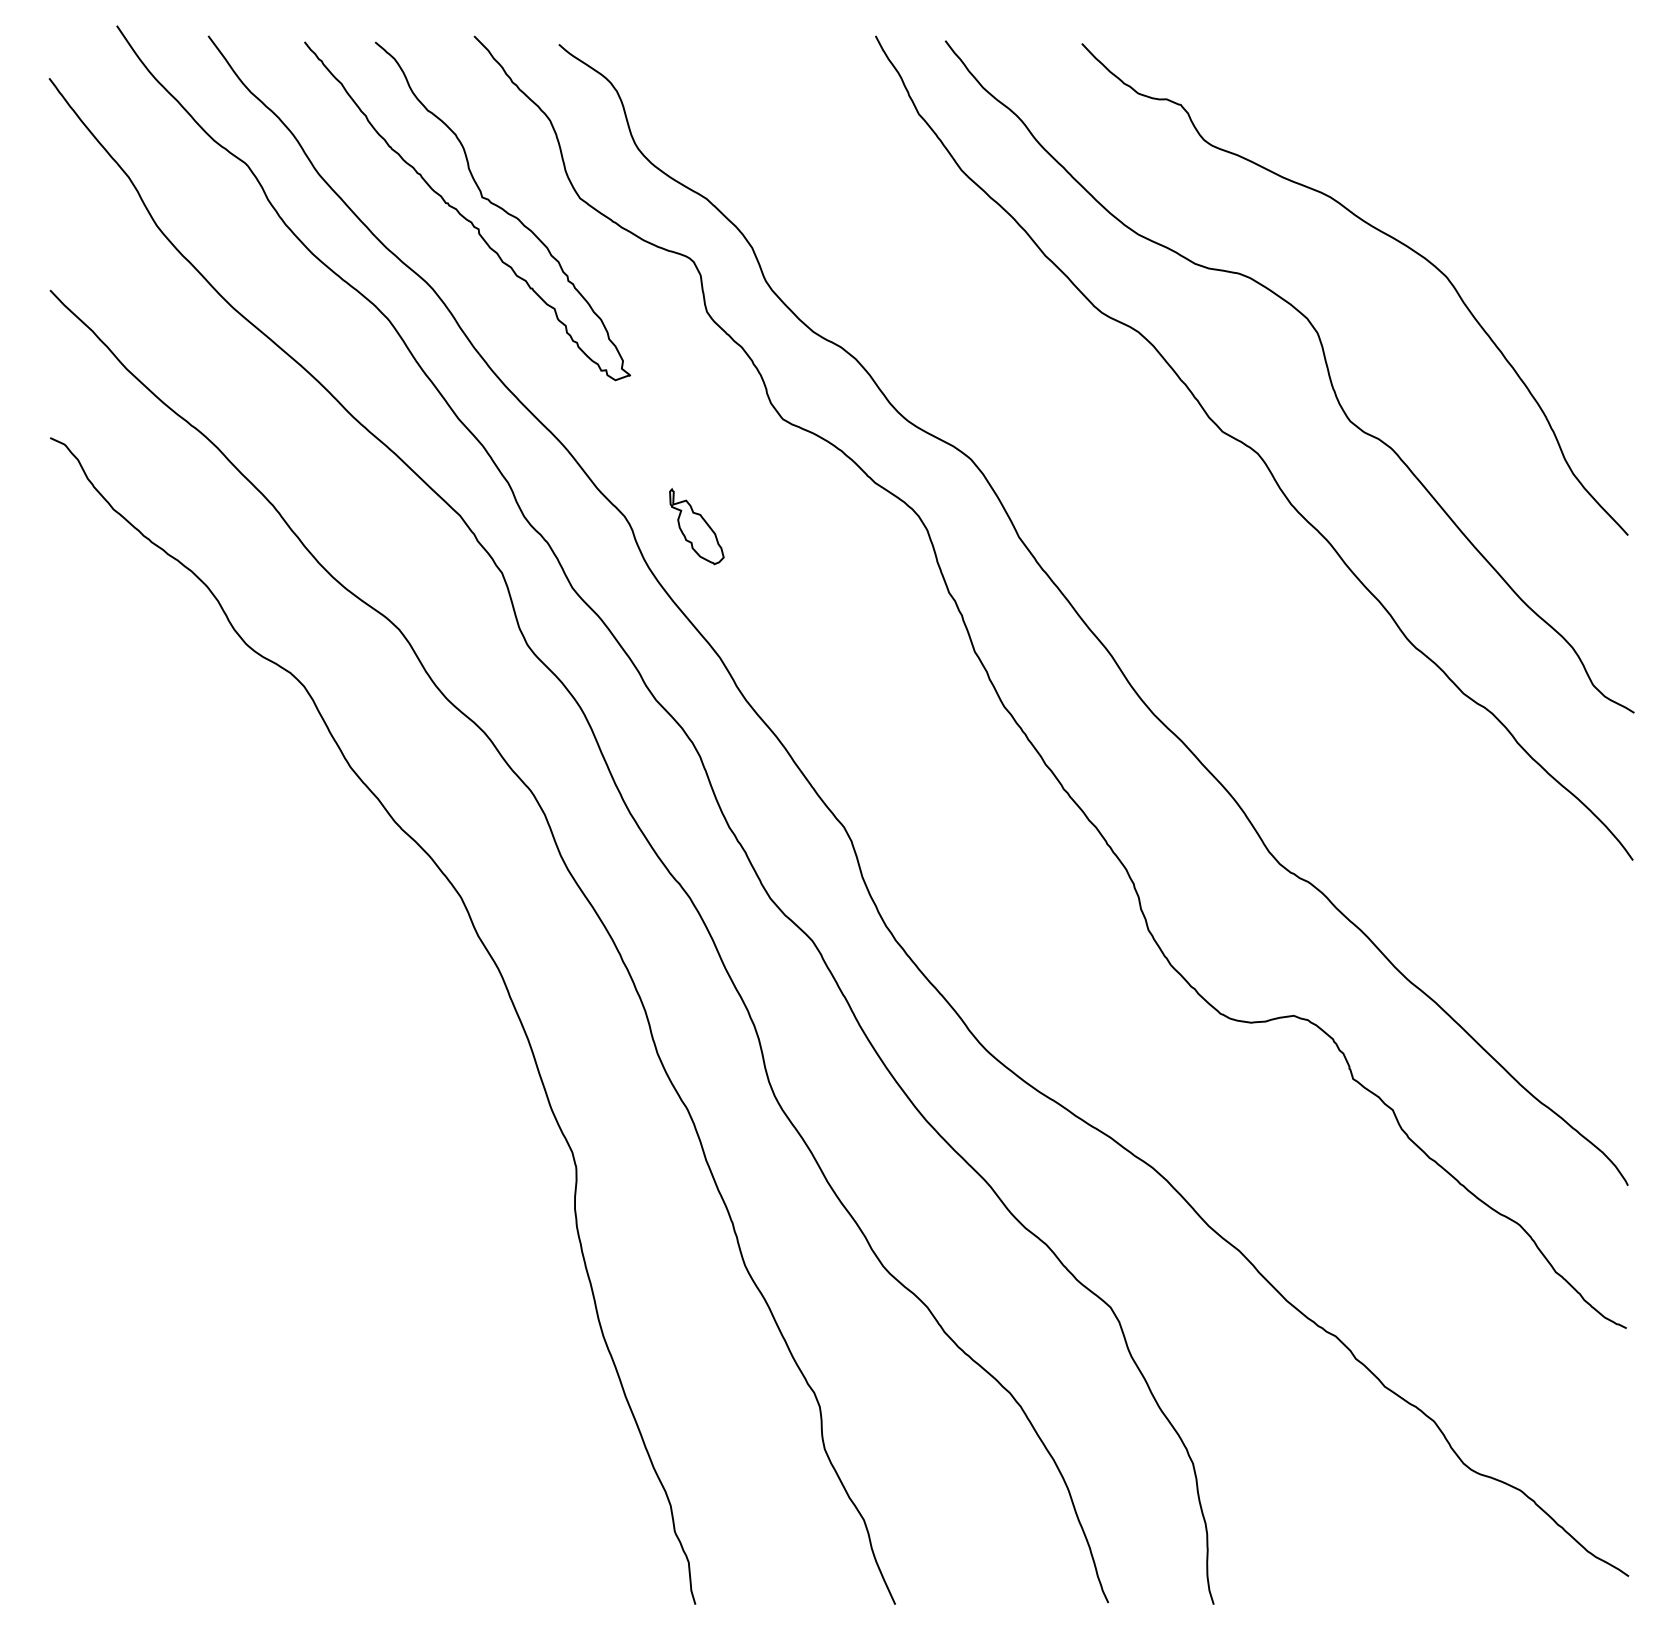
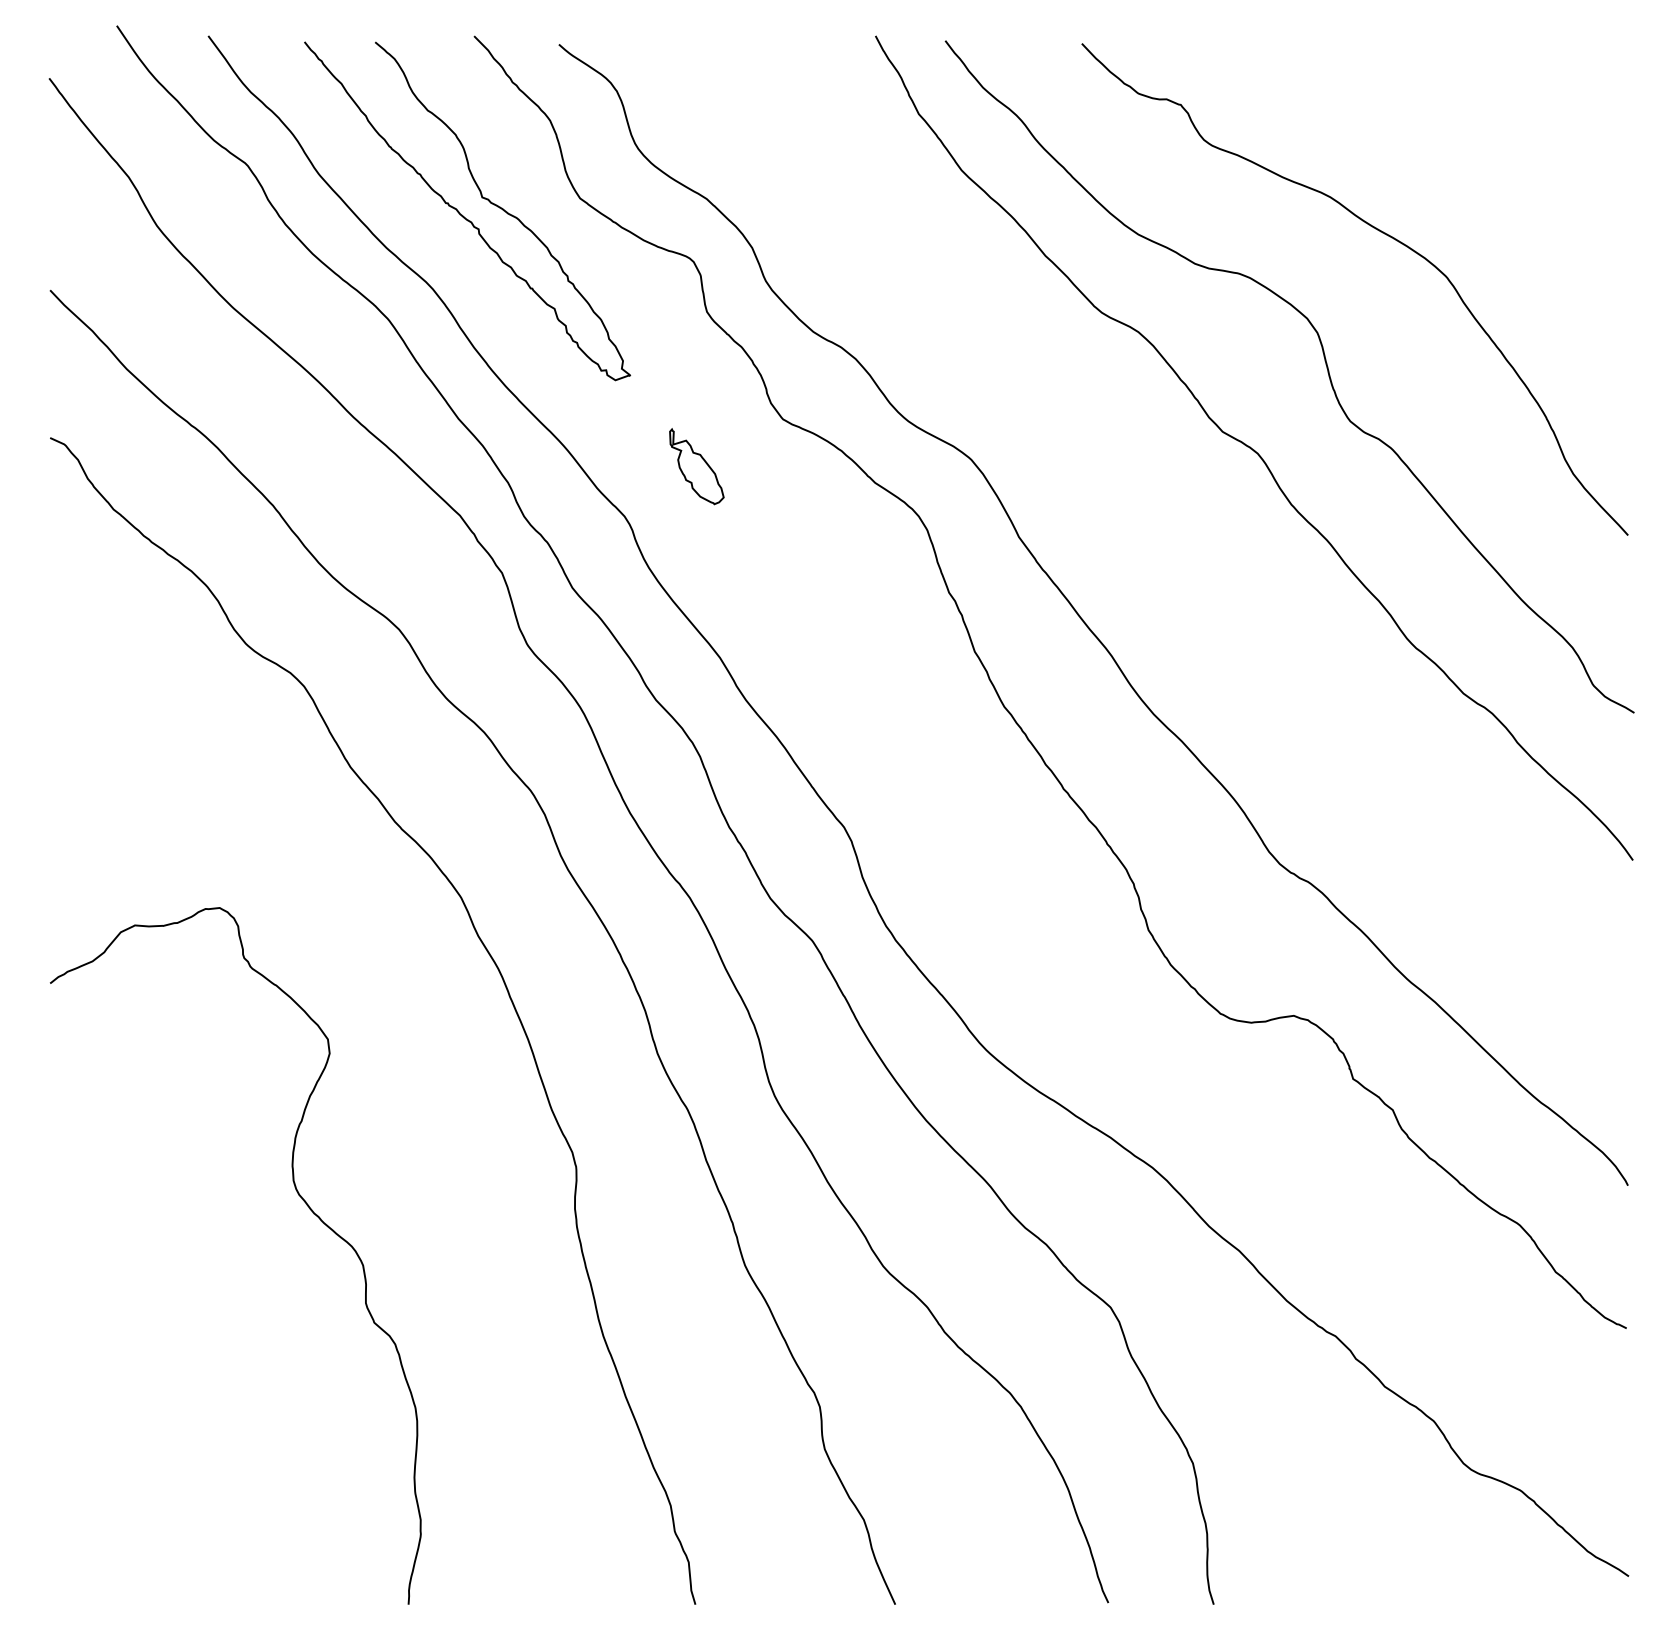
part at (696, 526) position: (696, 526) -> (696, 466)
curve at (302, 1200): none -> present
